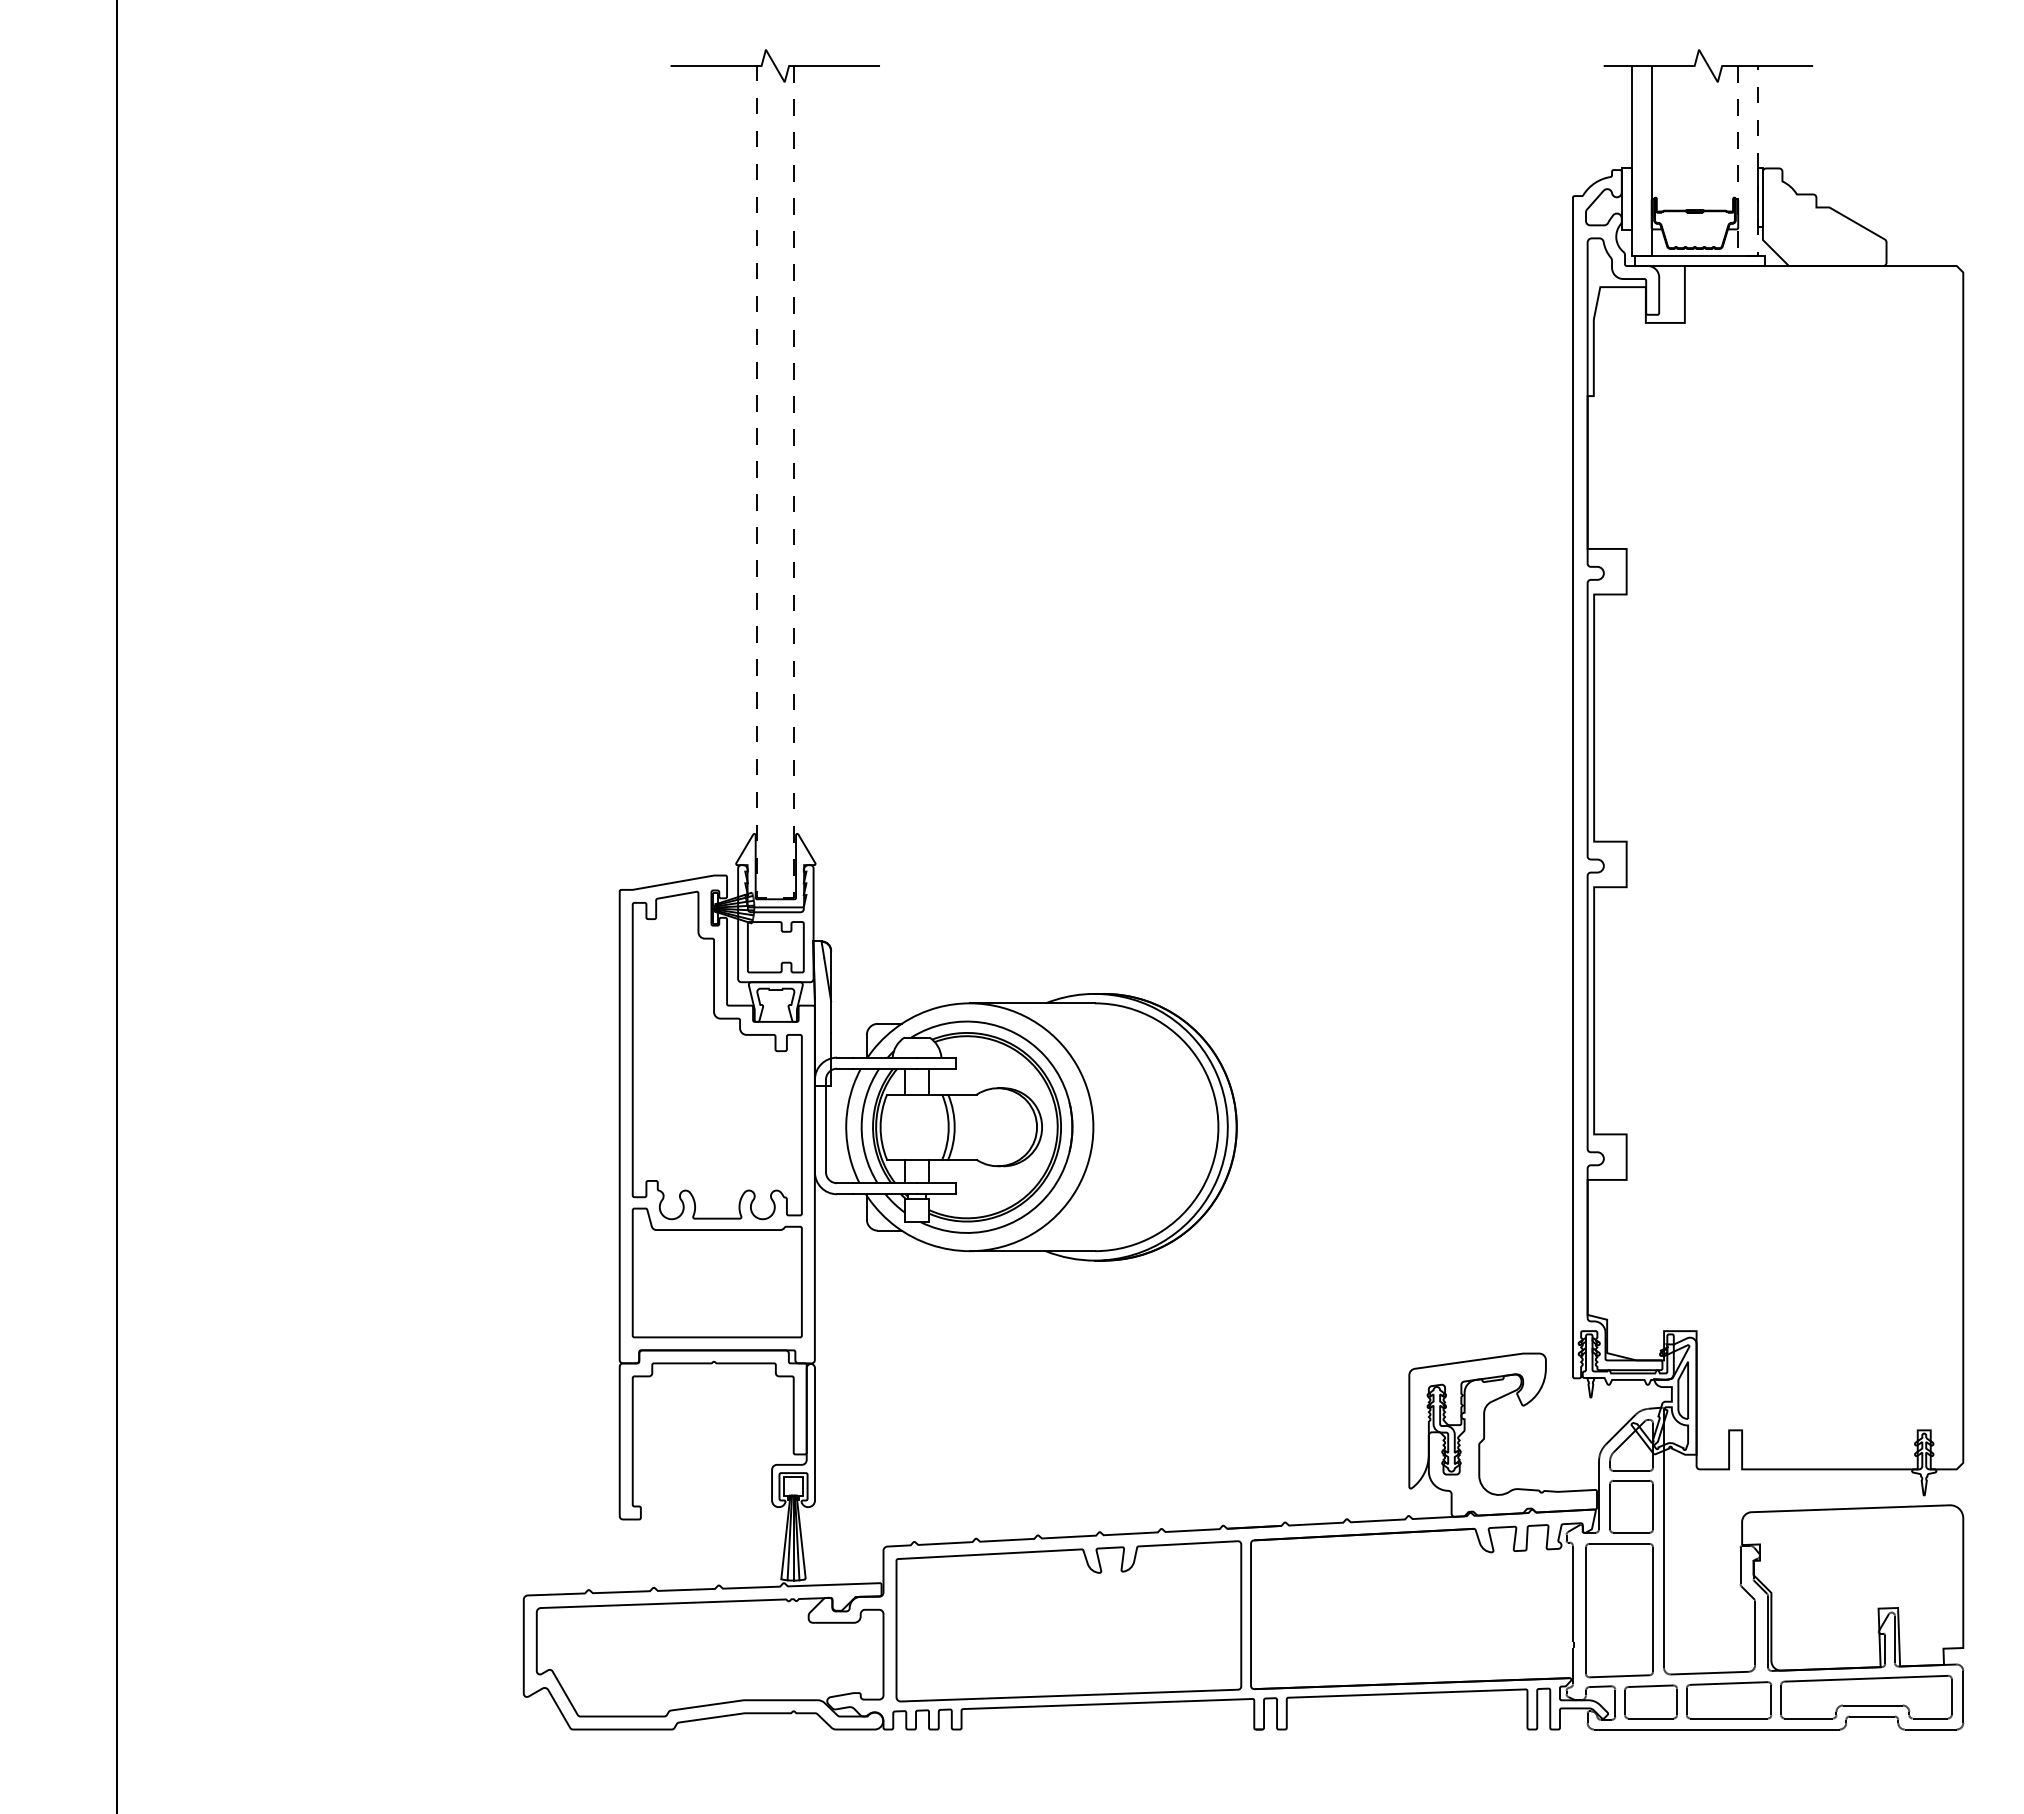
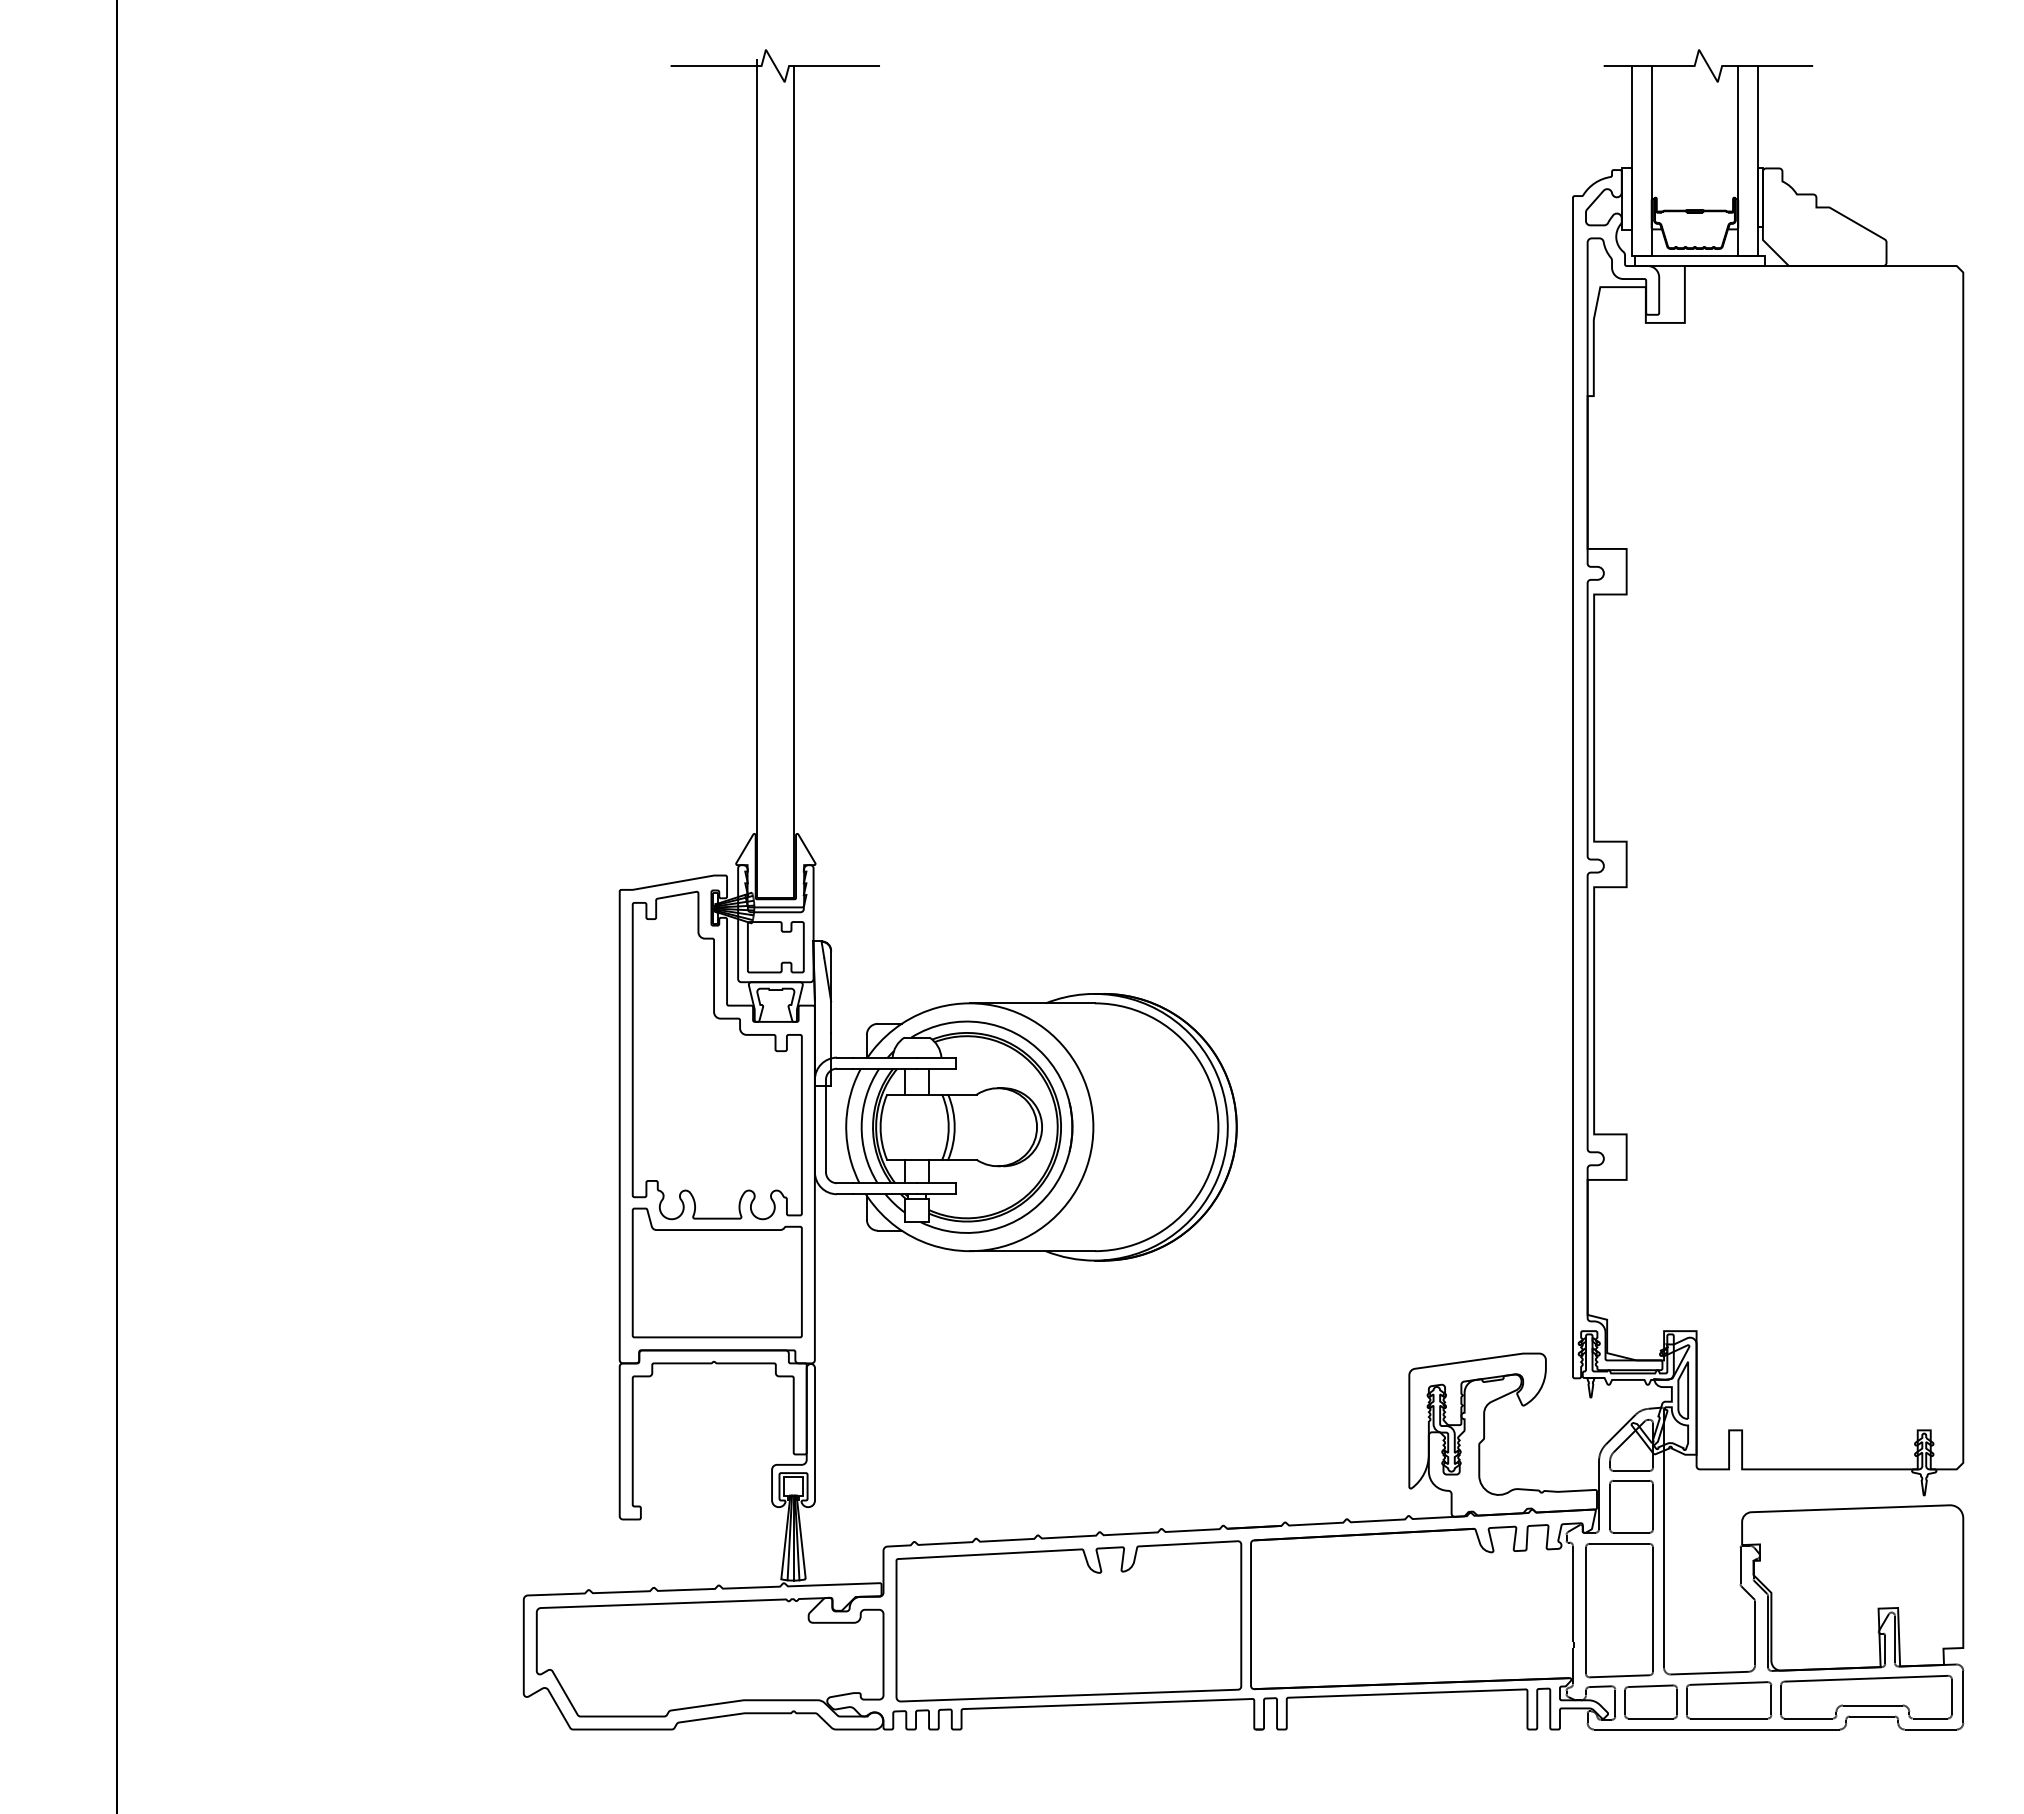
line at (1748, 256): dashed -> solid
line at (771, 897): dashed -> solid
